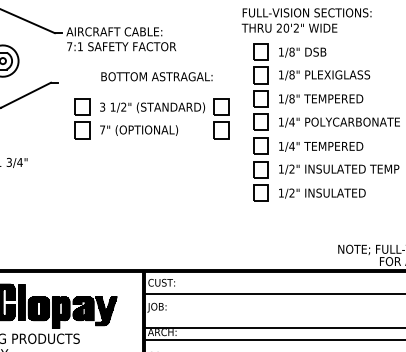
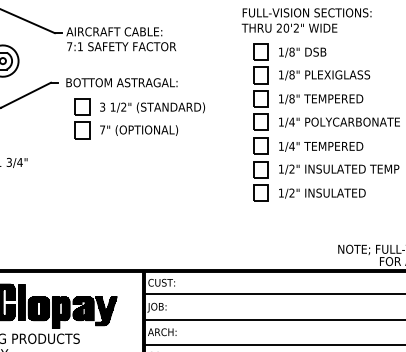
text at (156, 76) position: (156, 76) -> (121, 82)
part at (221, 118): present -> none
line at (272, 327) position: (272, 327) -> (272, 319)
line at (272, 339) position: (272, 339) -> (272, 344)
